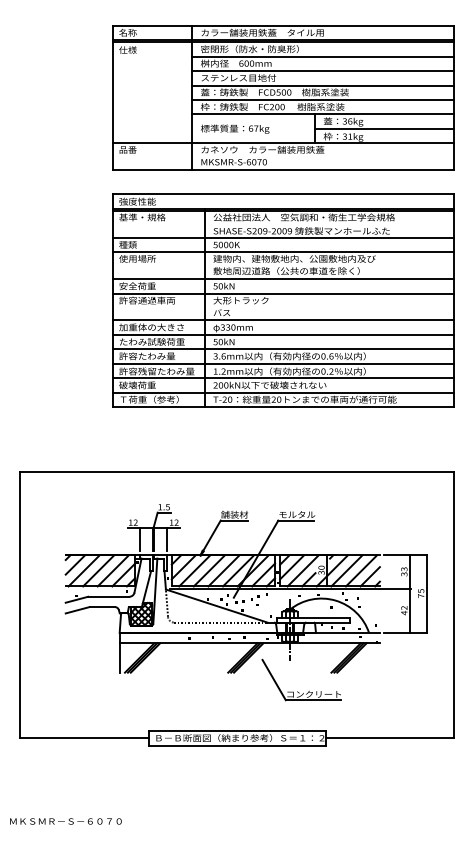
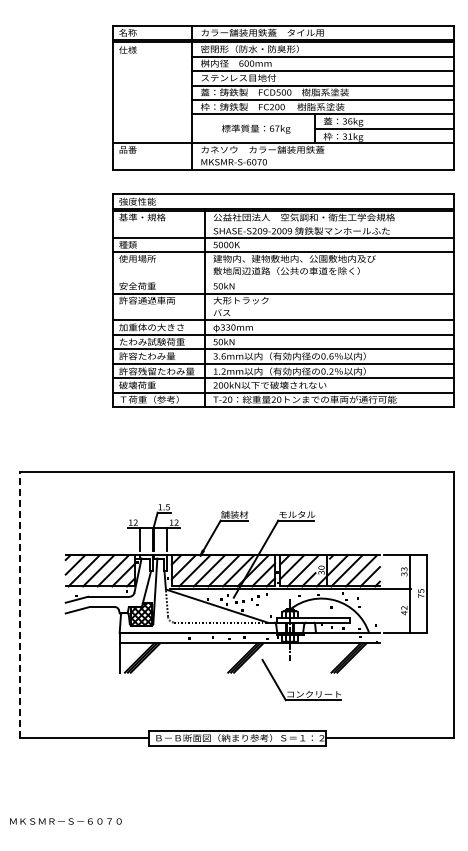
text at (235, 128) position: (235, 128) -> (256, 128)
line at (283, 279): present -> none
line at (20, 604): solid -> dashed
